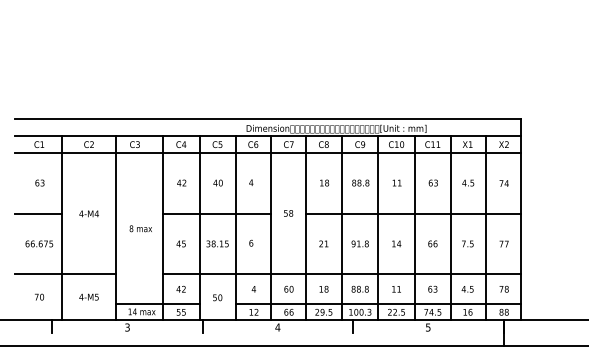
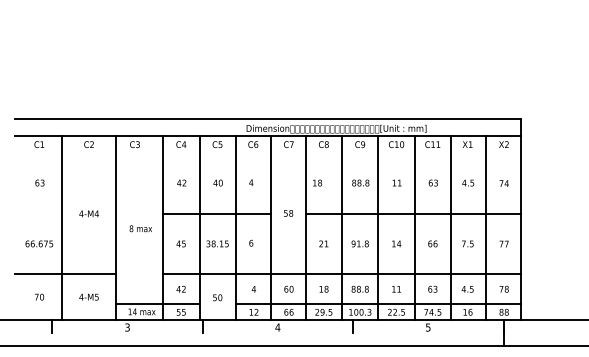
line at (267, 153): present -> none
text at (324, 182) position: (324, 182) -> (317, 182)
line at (38, 213): present -> none
